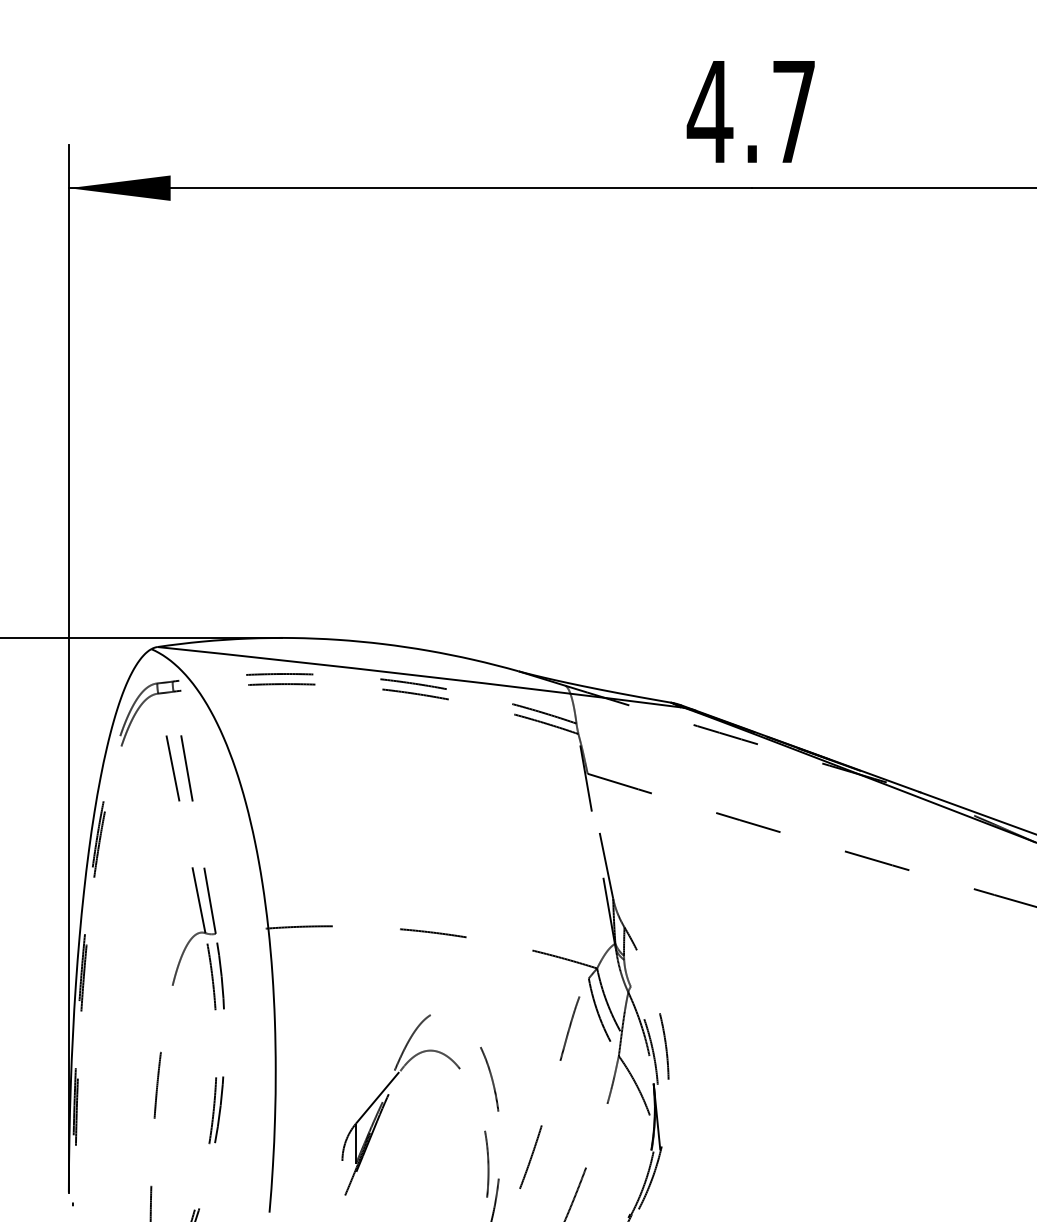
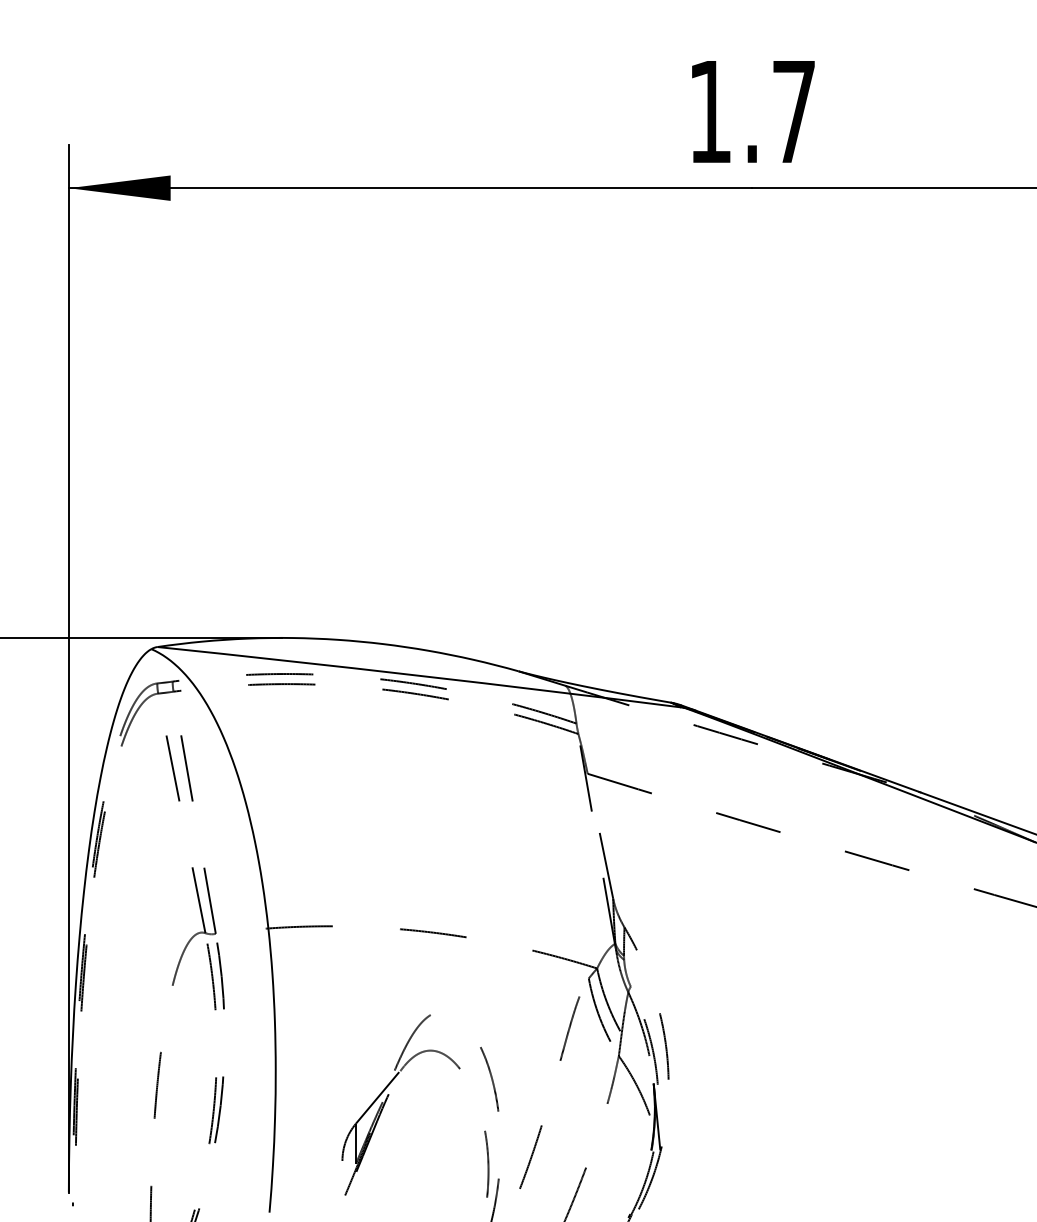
text at (709, 111): 4.7 -> 1.7
